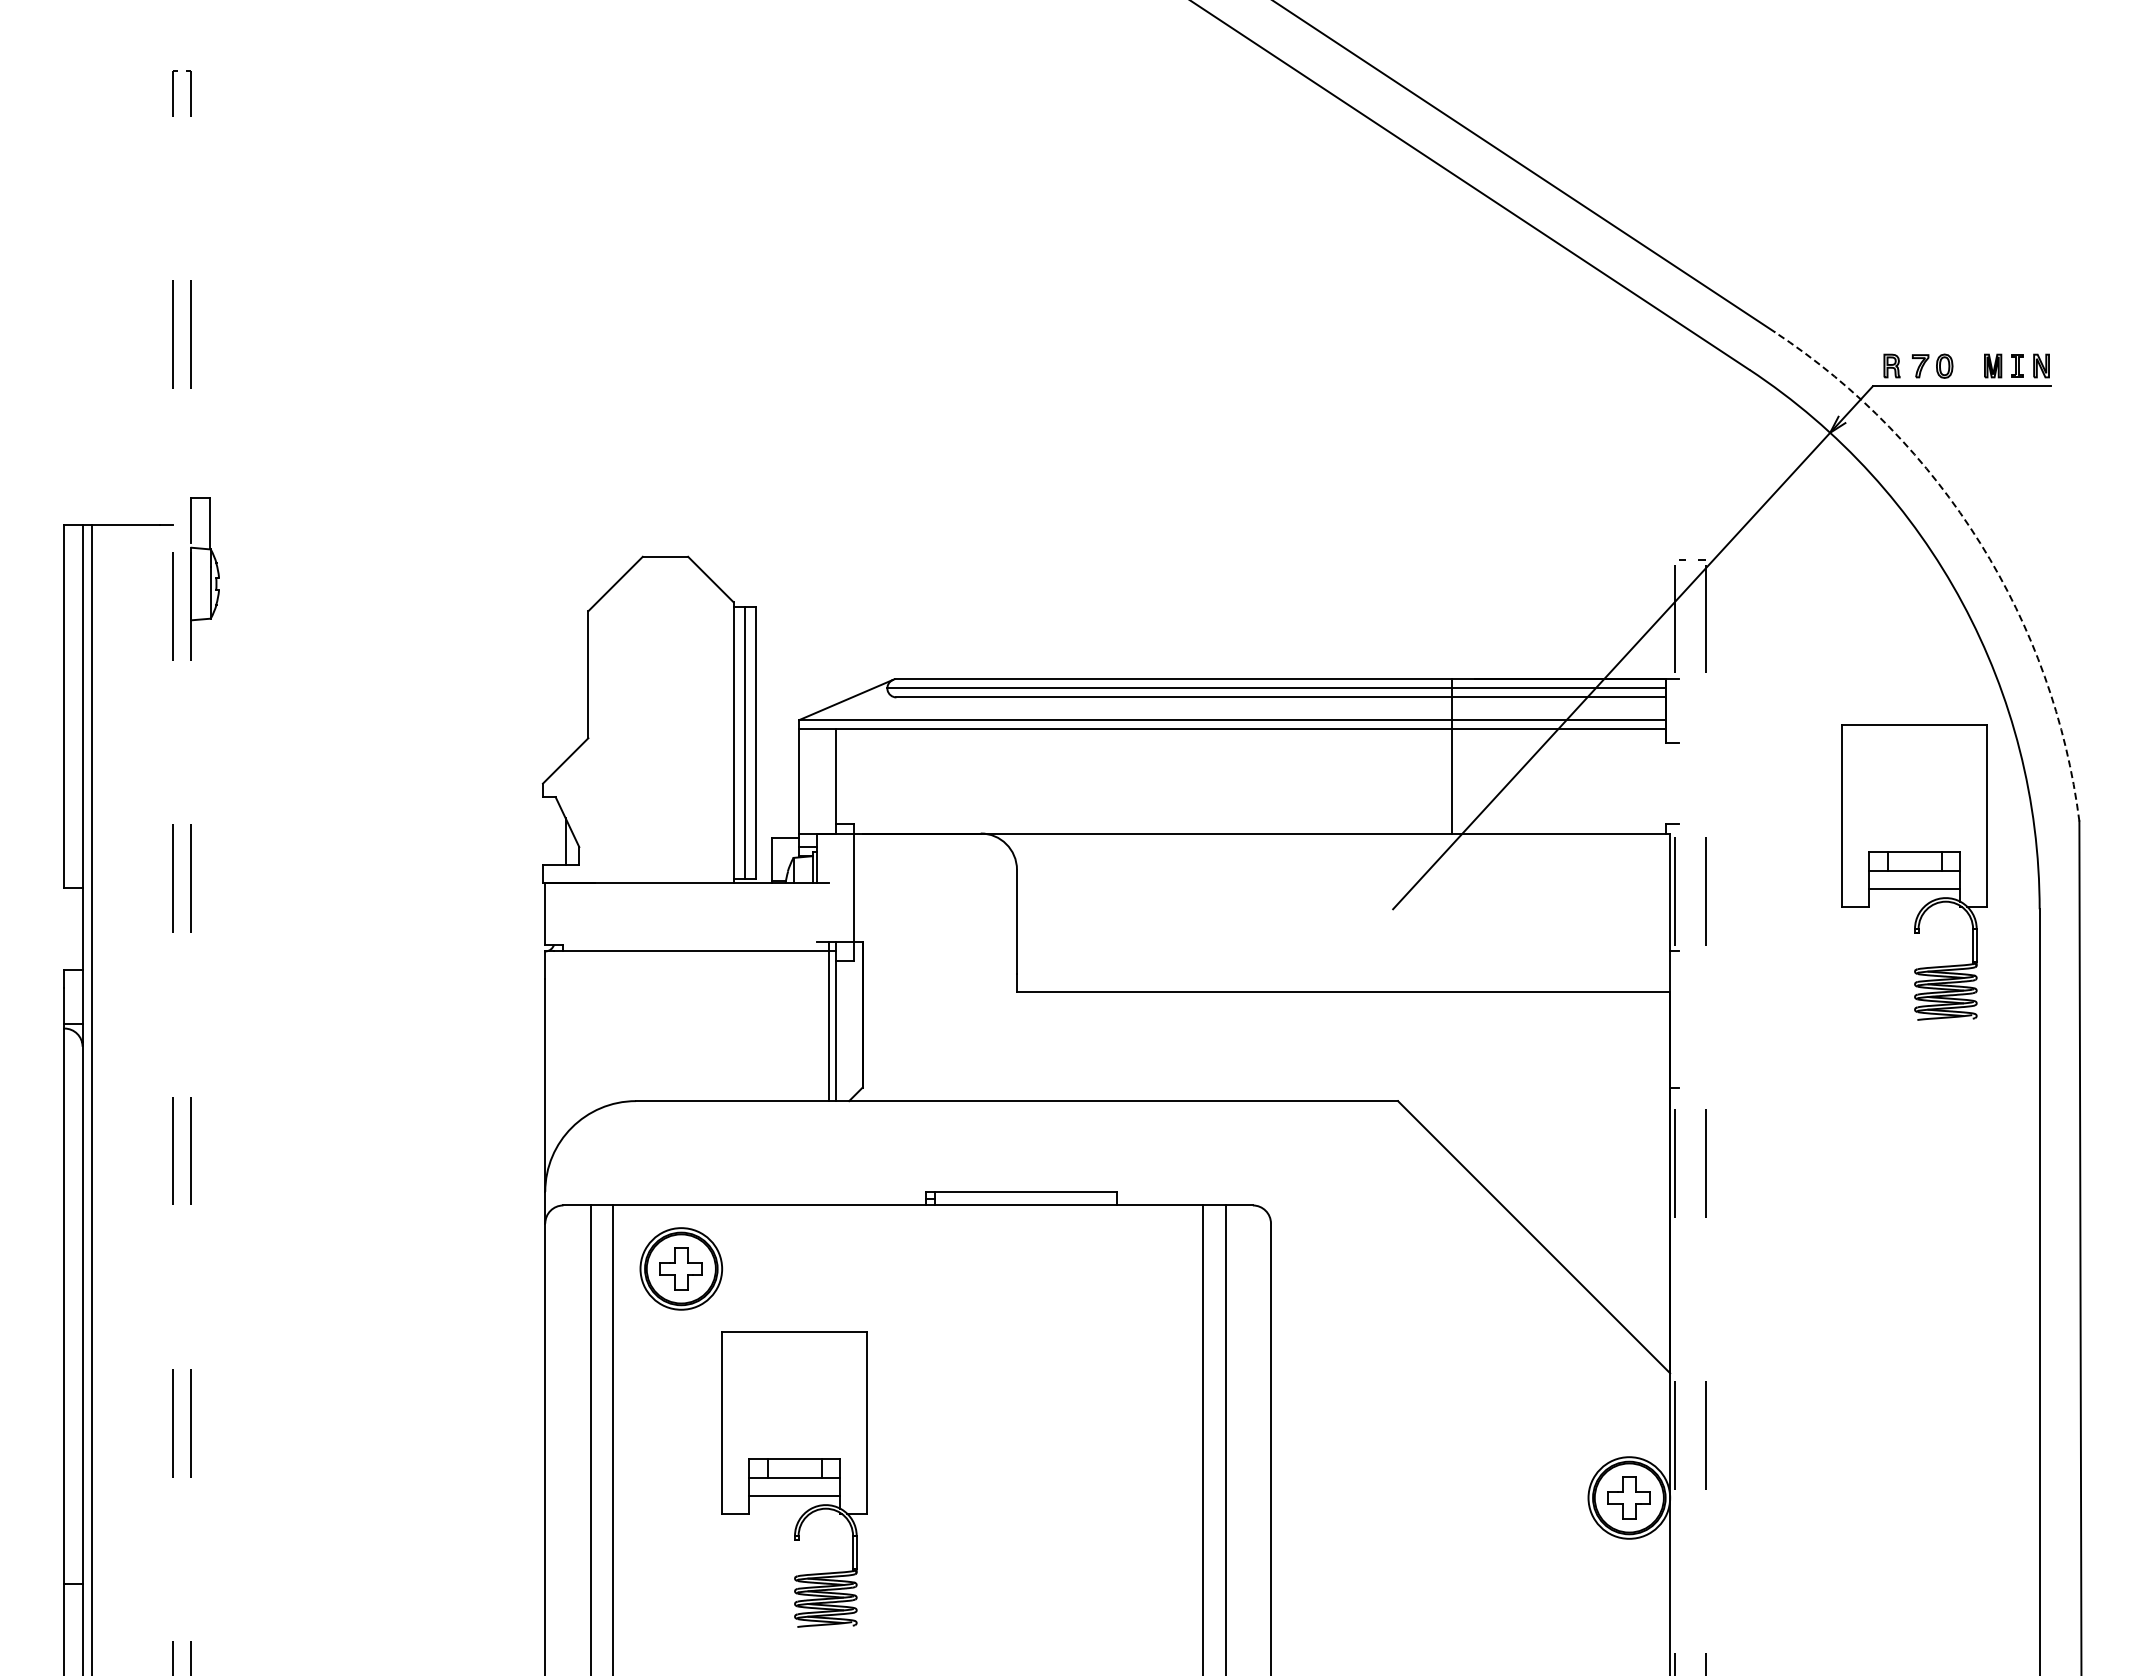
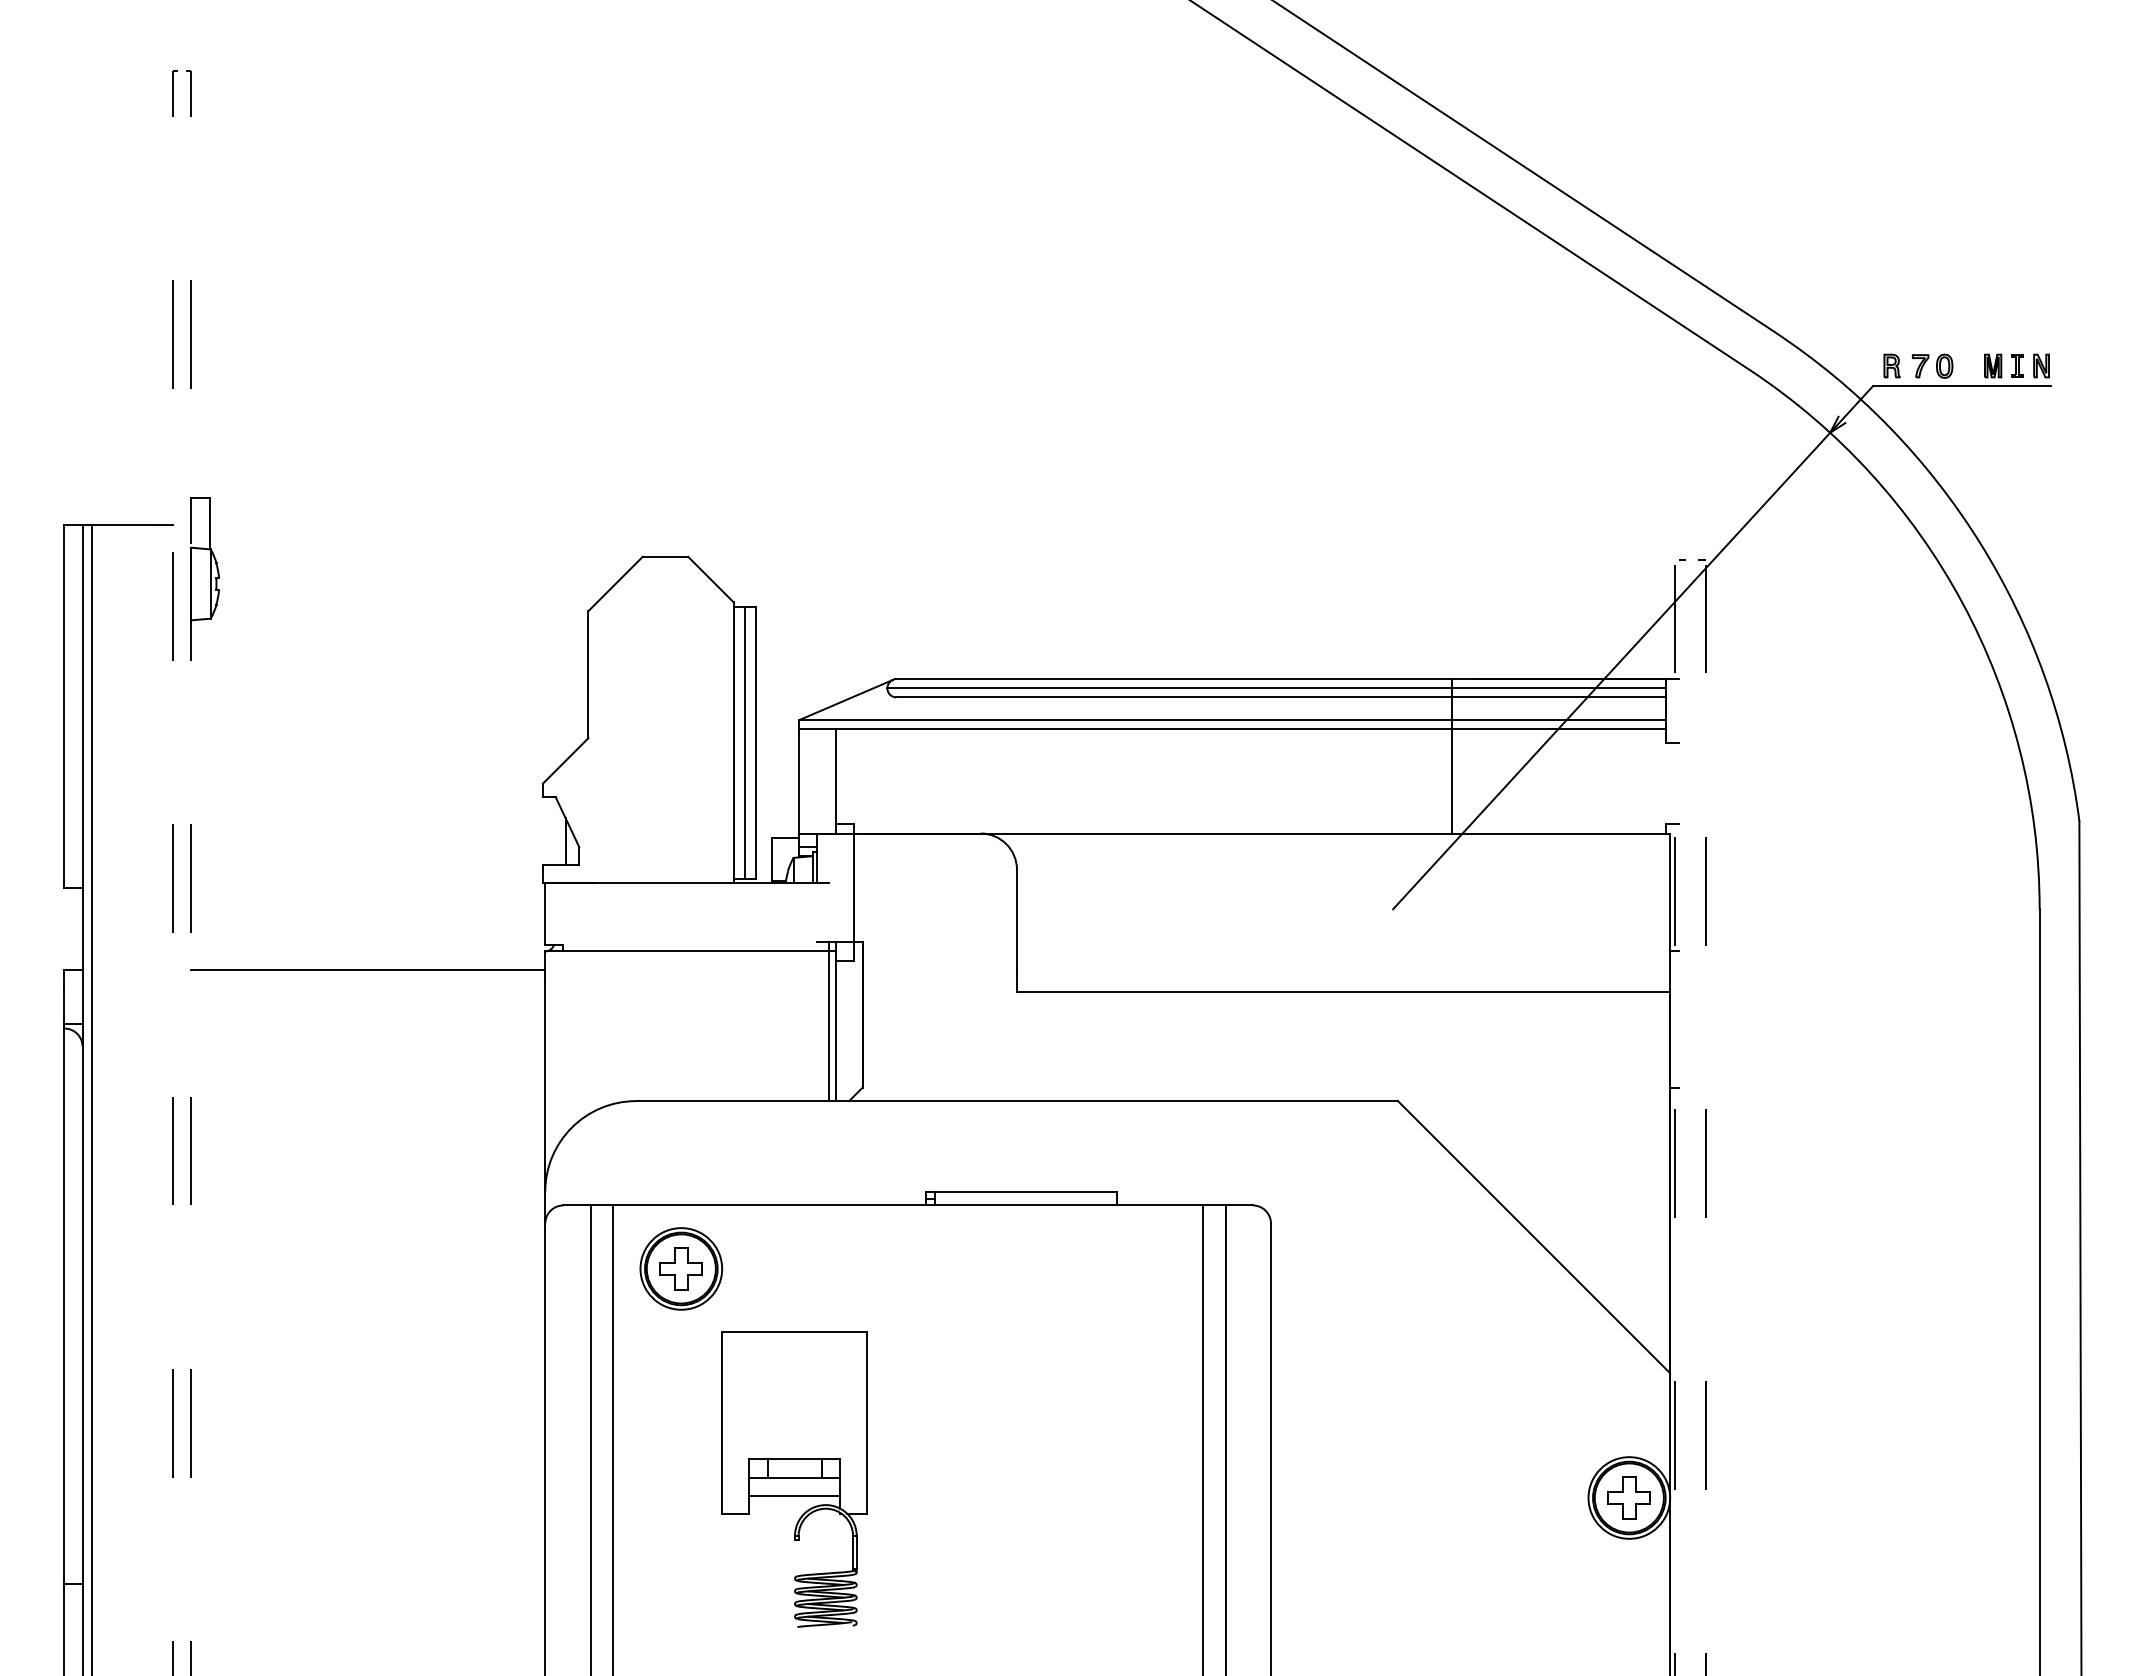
arc at (1980, 543): dashed -> solid
part at (1914, 872): present -> none
line at (368, 969): none -> present
